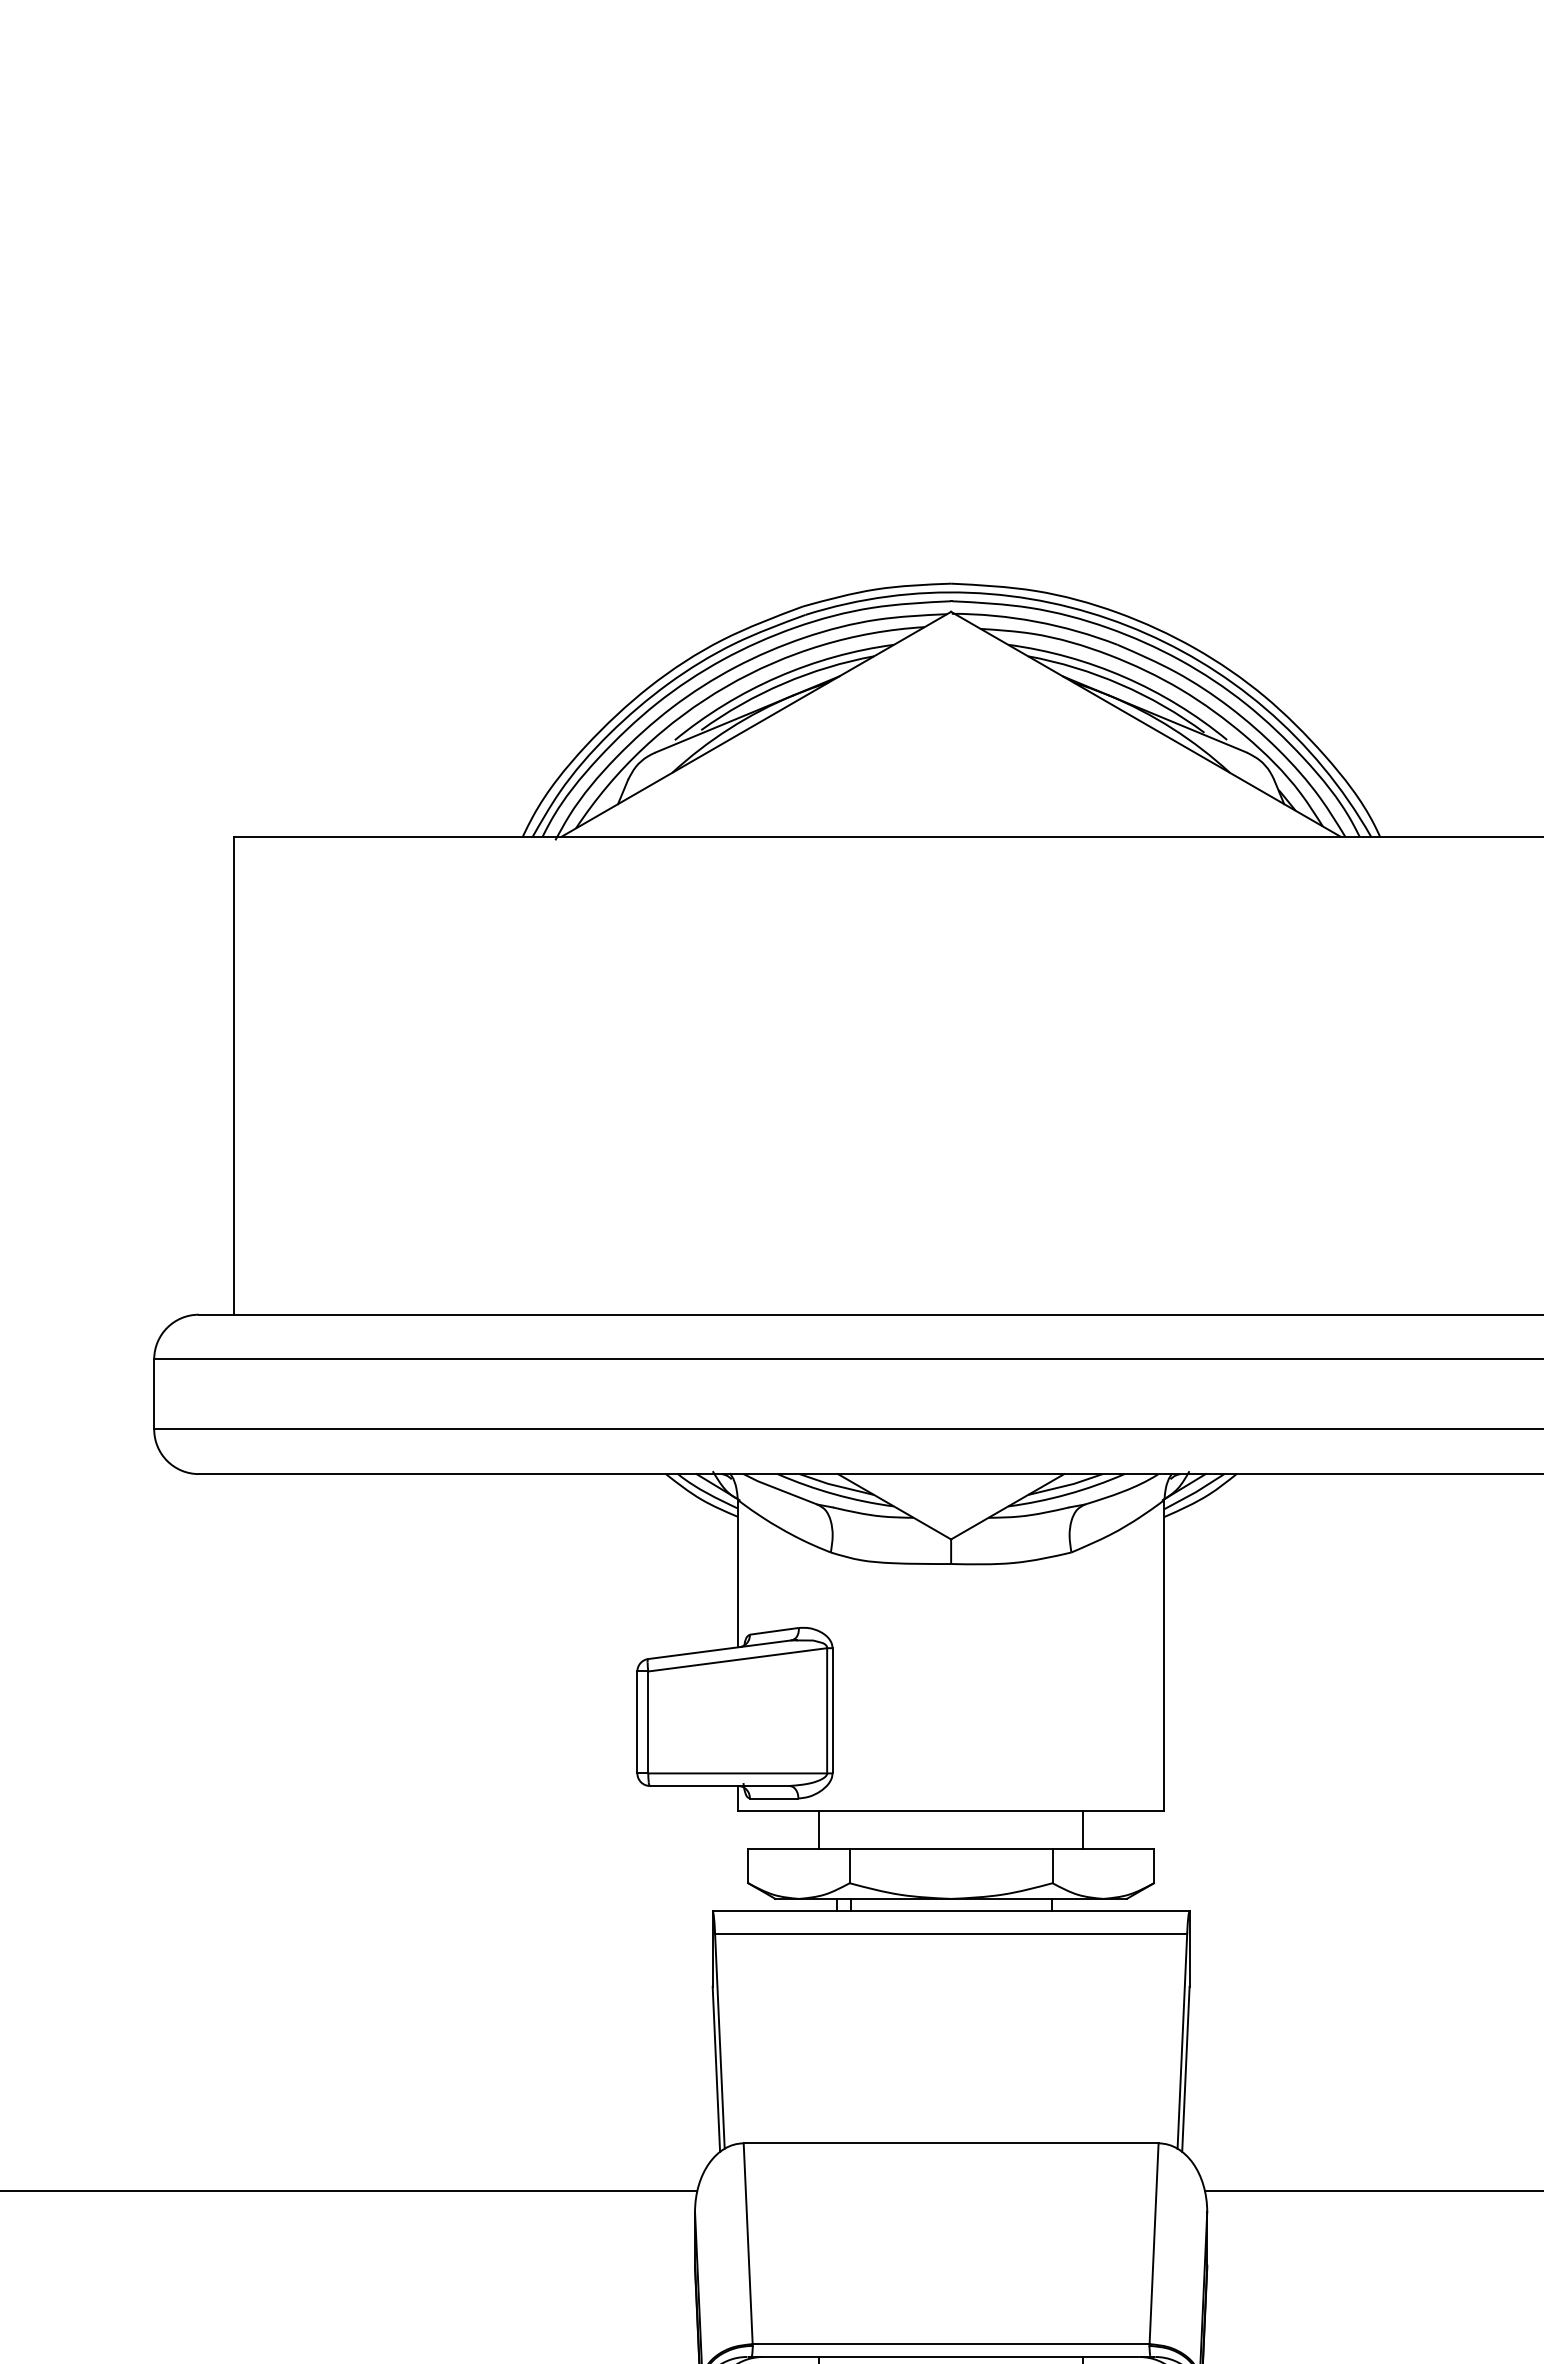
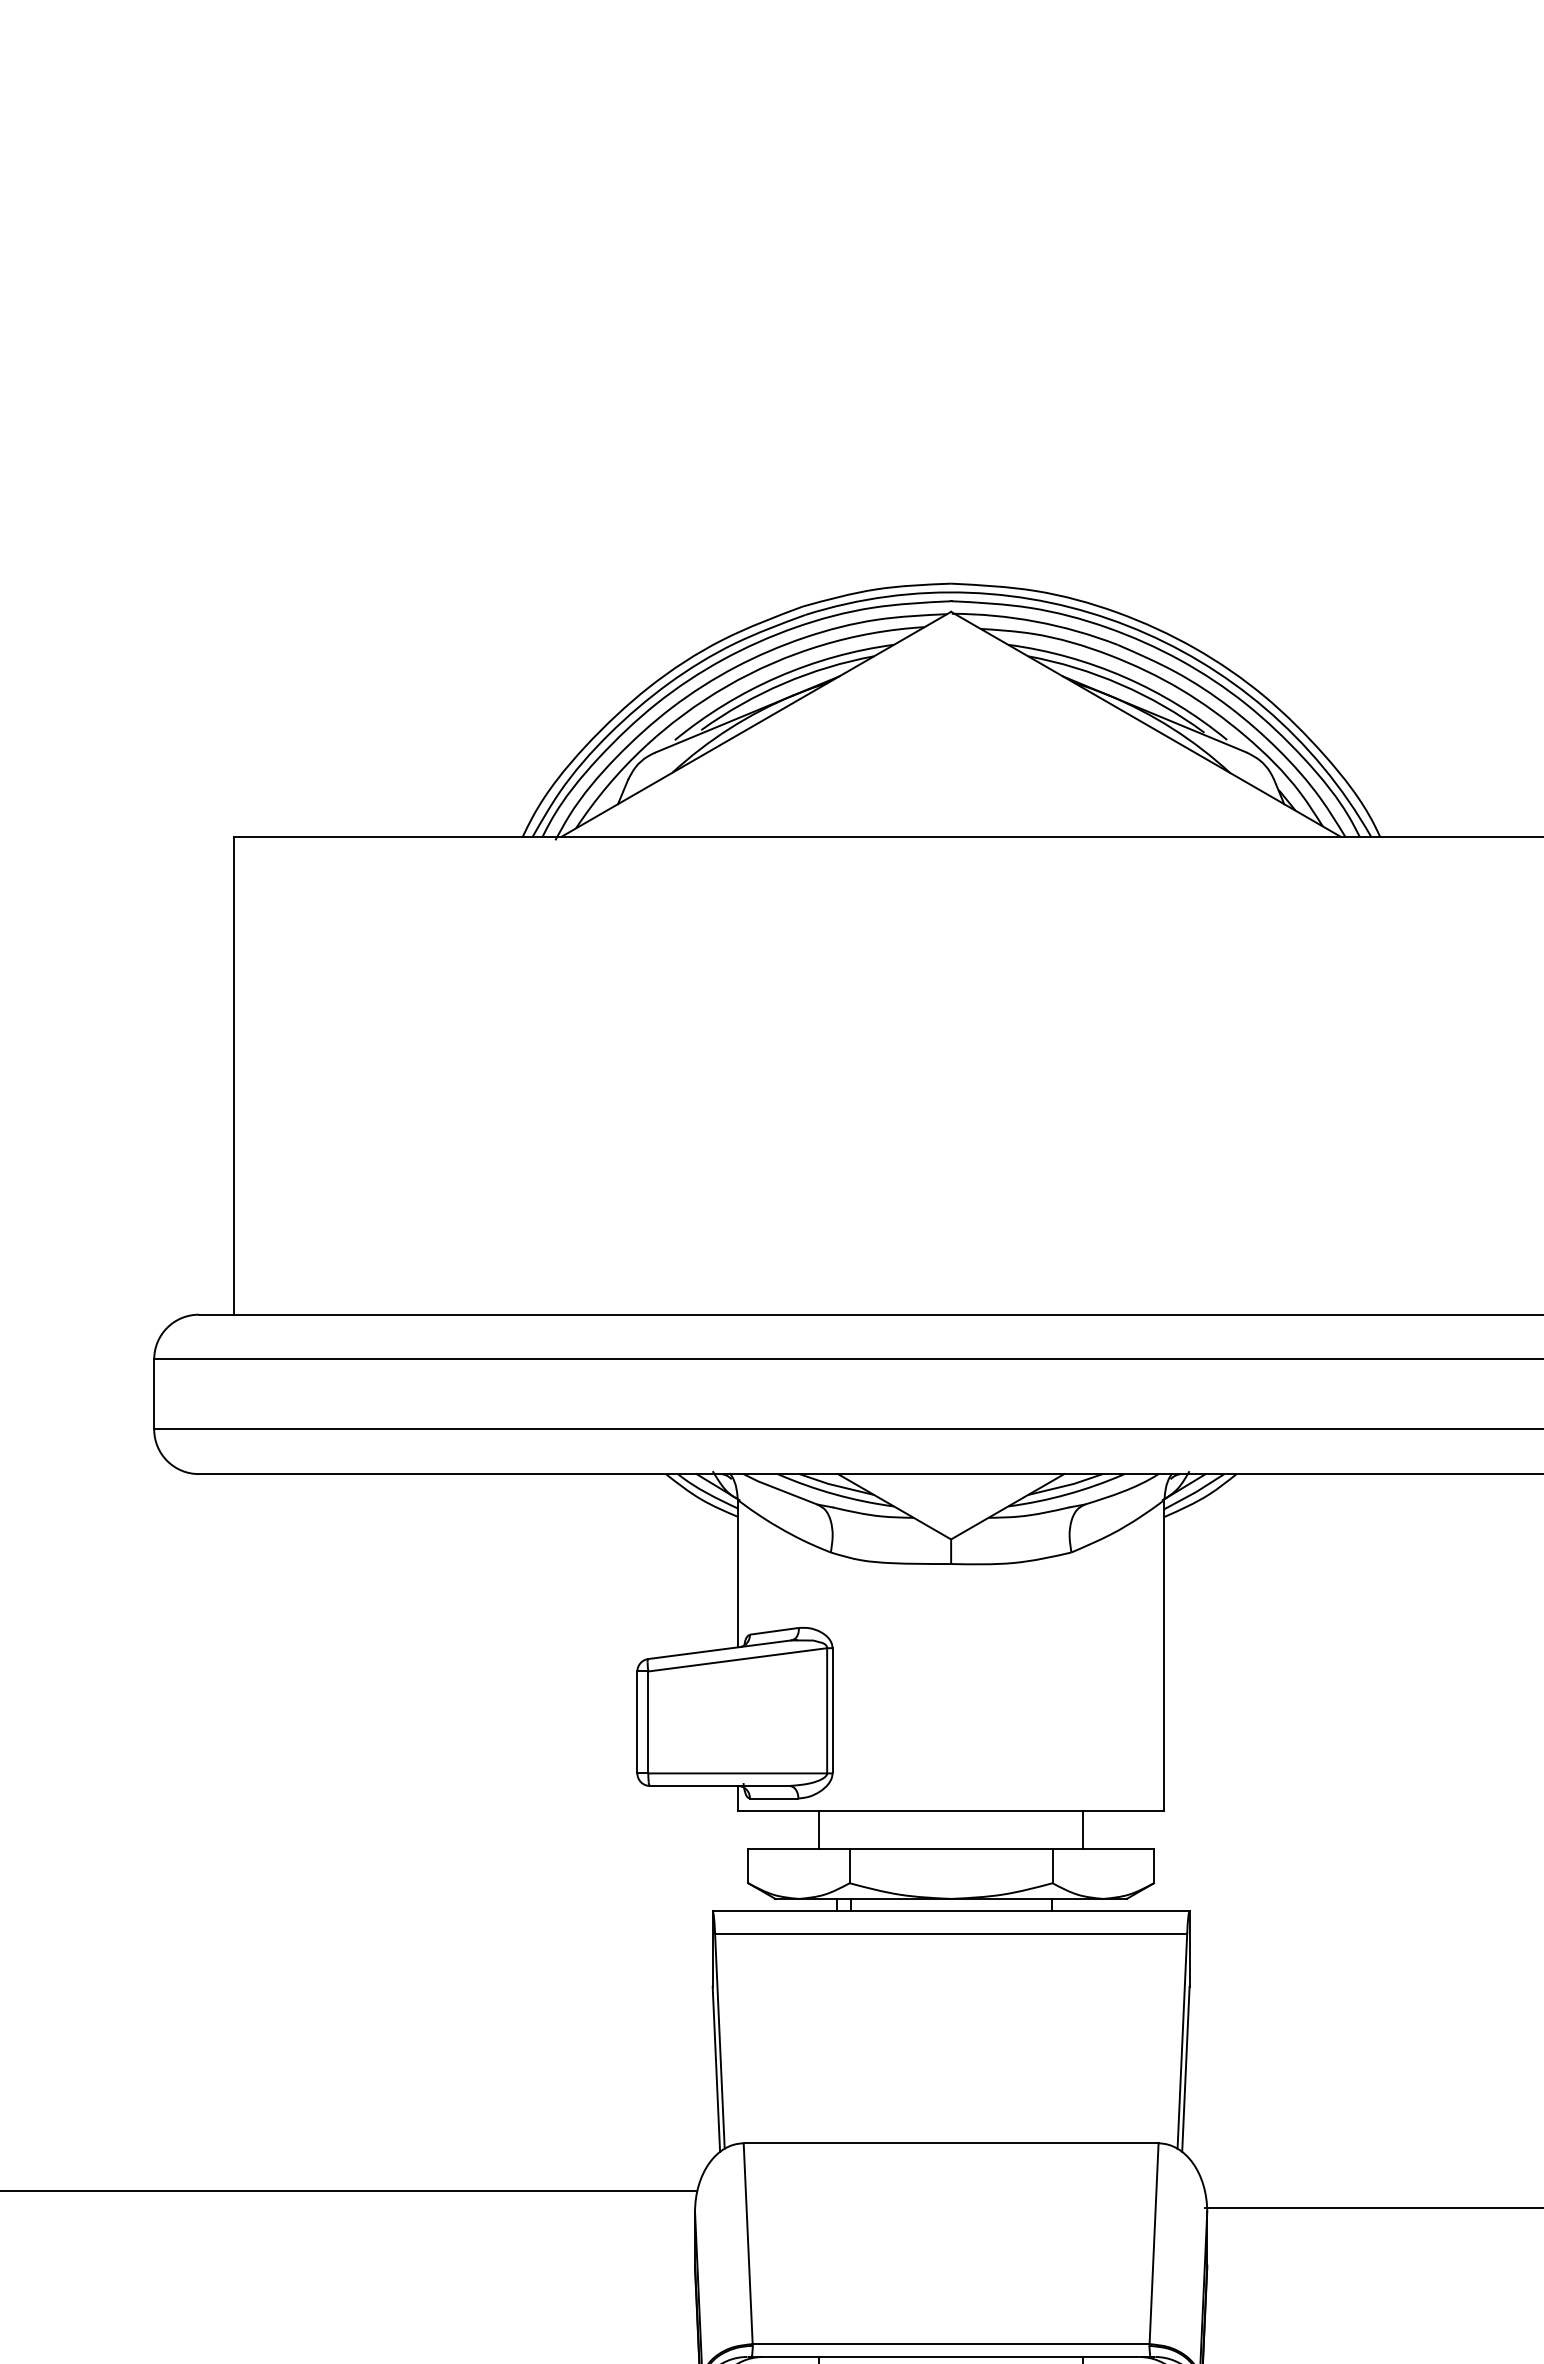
line at (1372, 2191) position: (1372, 2191) -> (1372, 2208)
